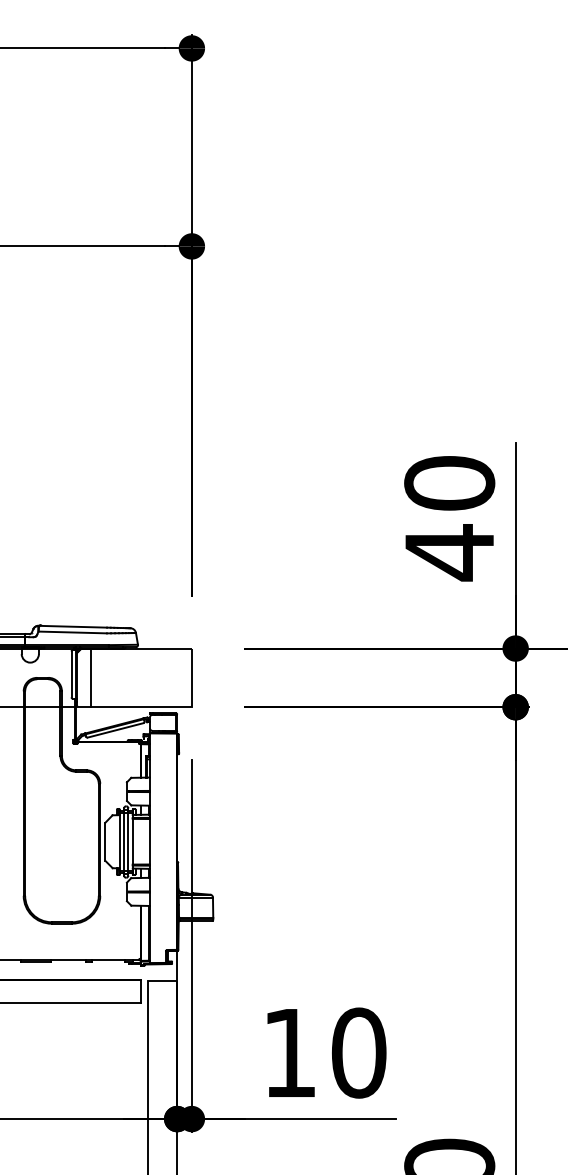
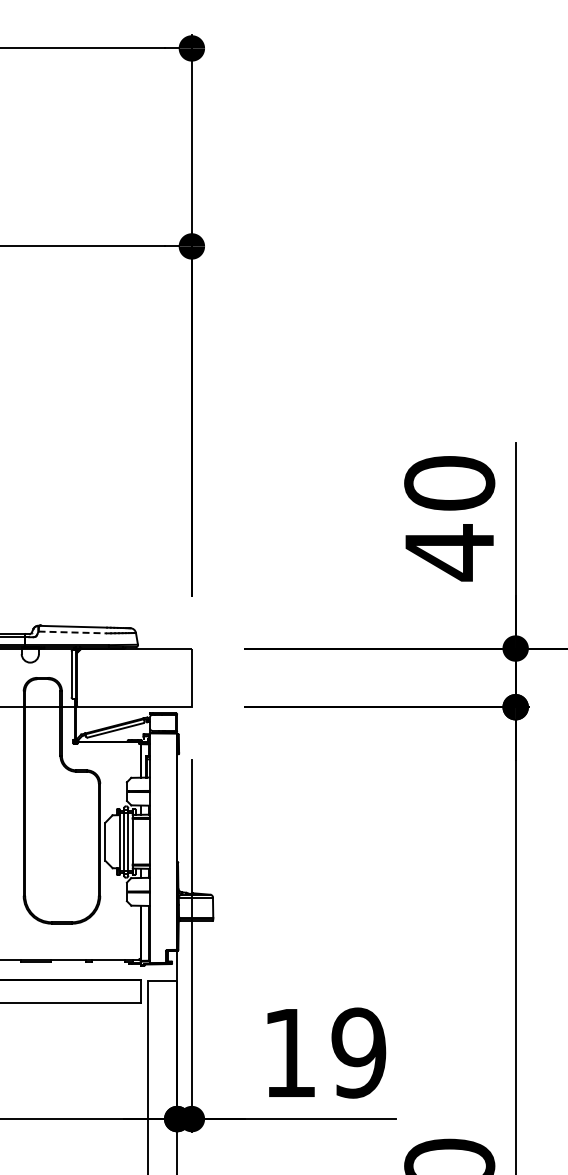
line at (73, 632): solid -> dashed
line at (90, 677): present -> none
text at (358, 1052): 10 -> 19
